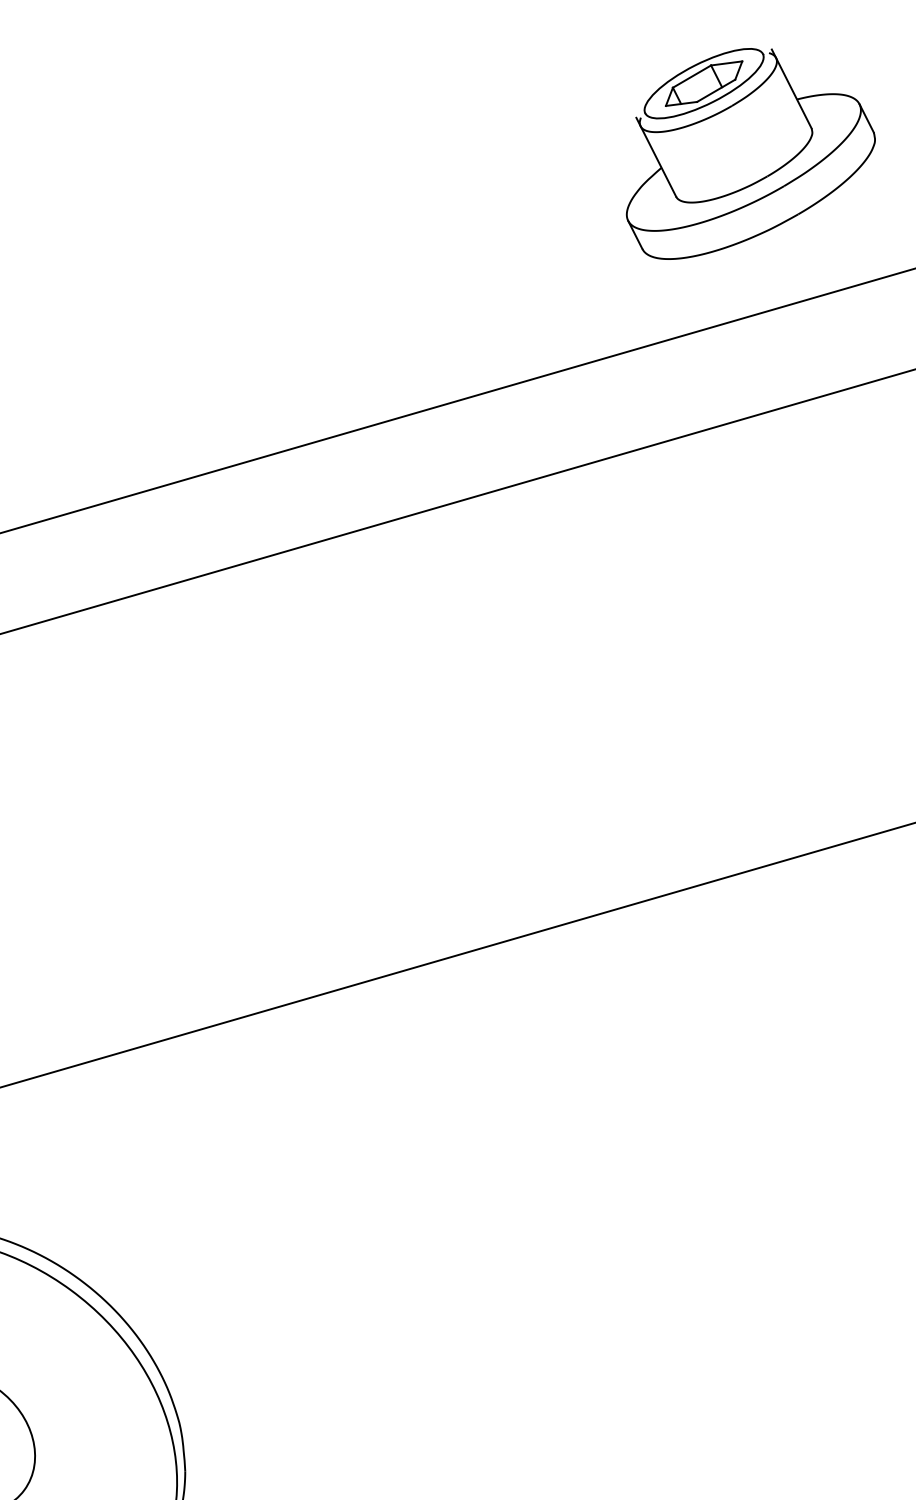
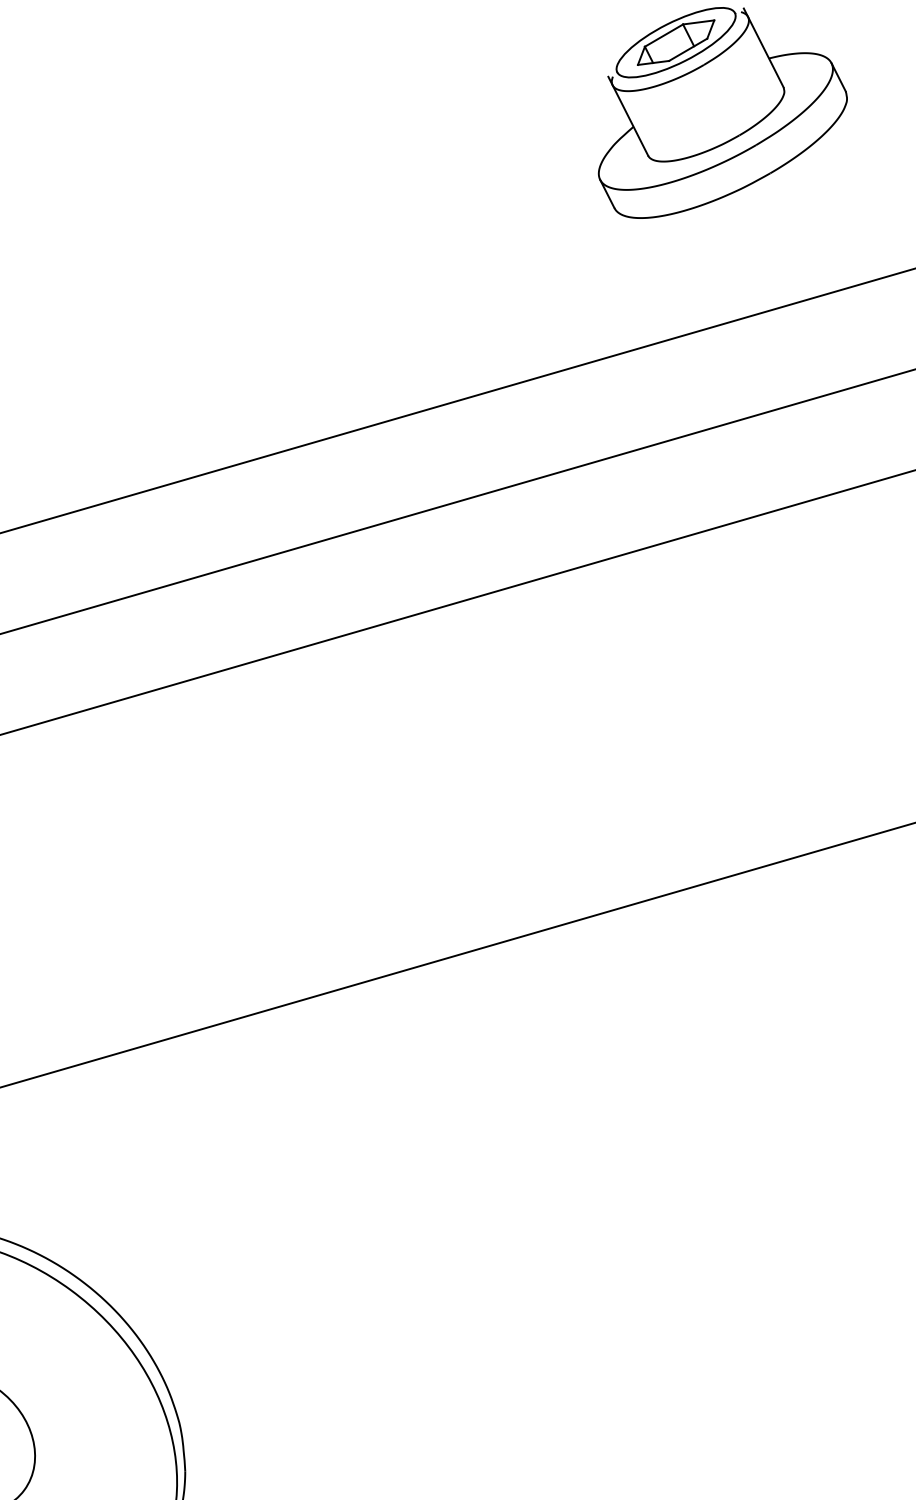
part at (750, 153) position: (750, 153) -> (722, 112)
line at (457, 602): none -> present
